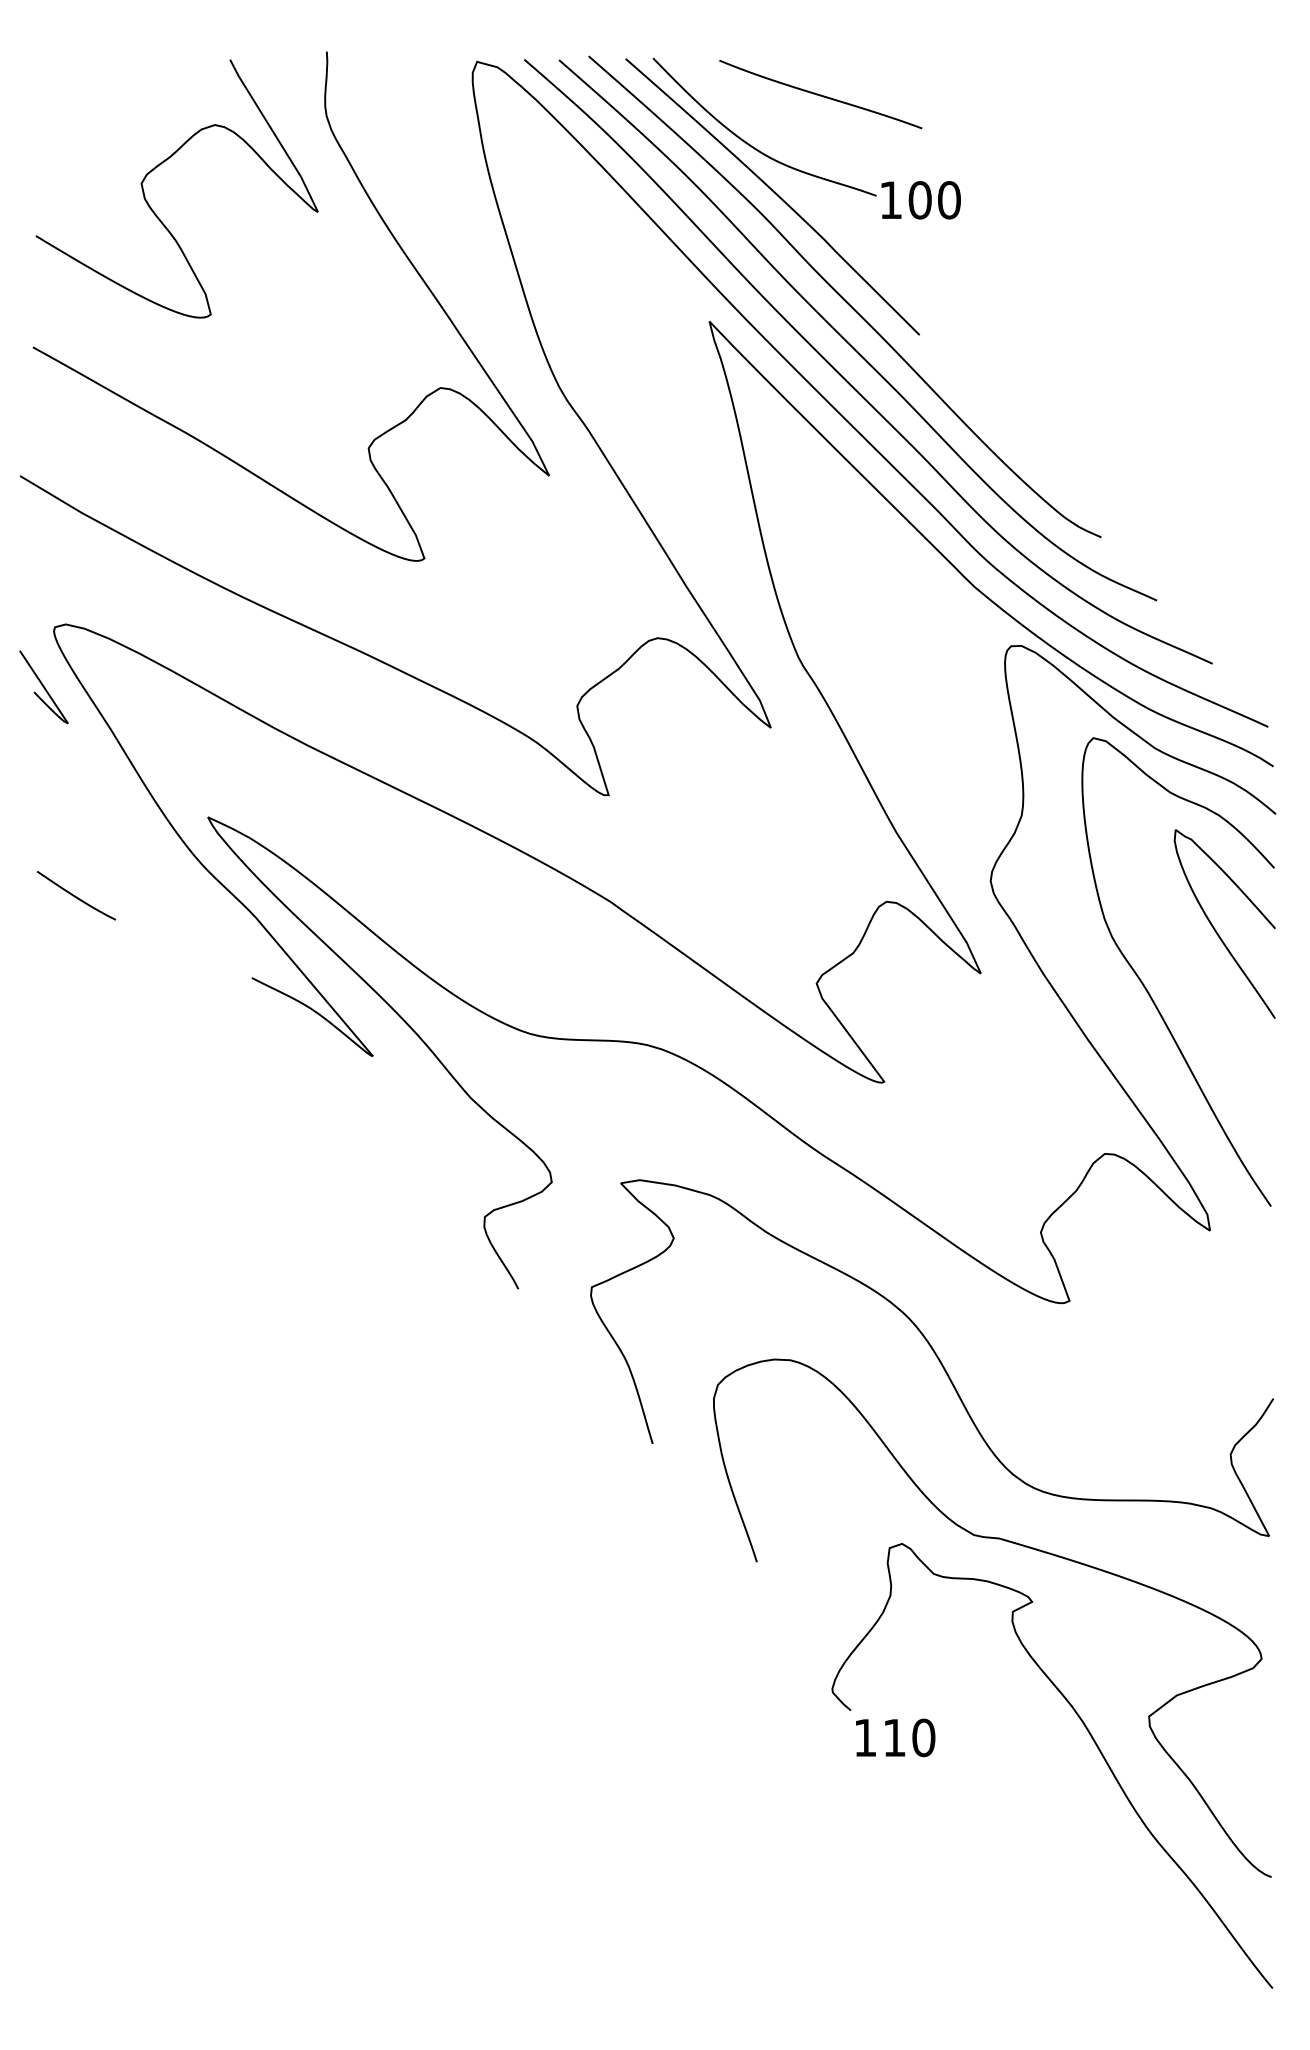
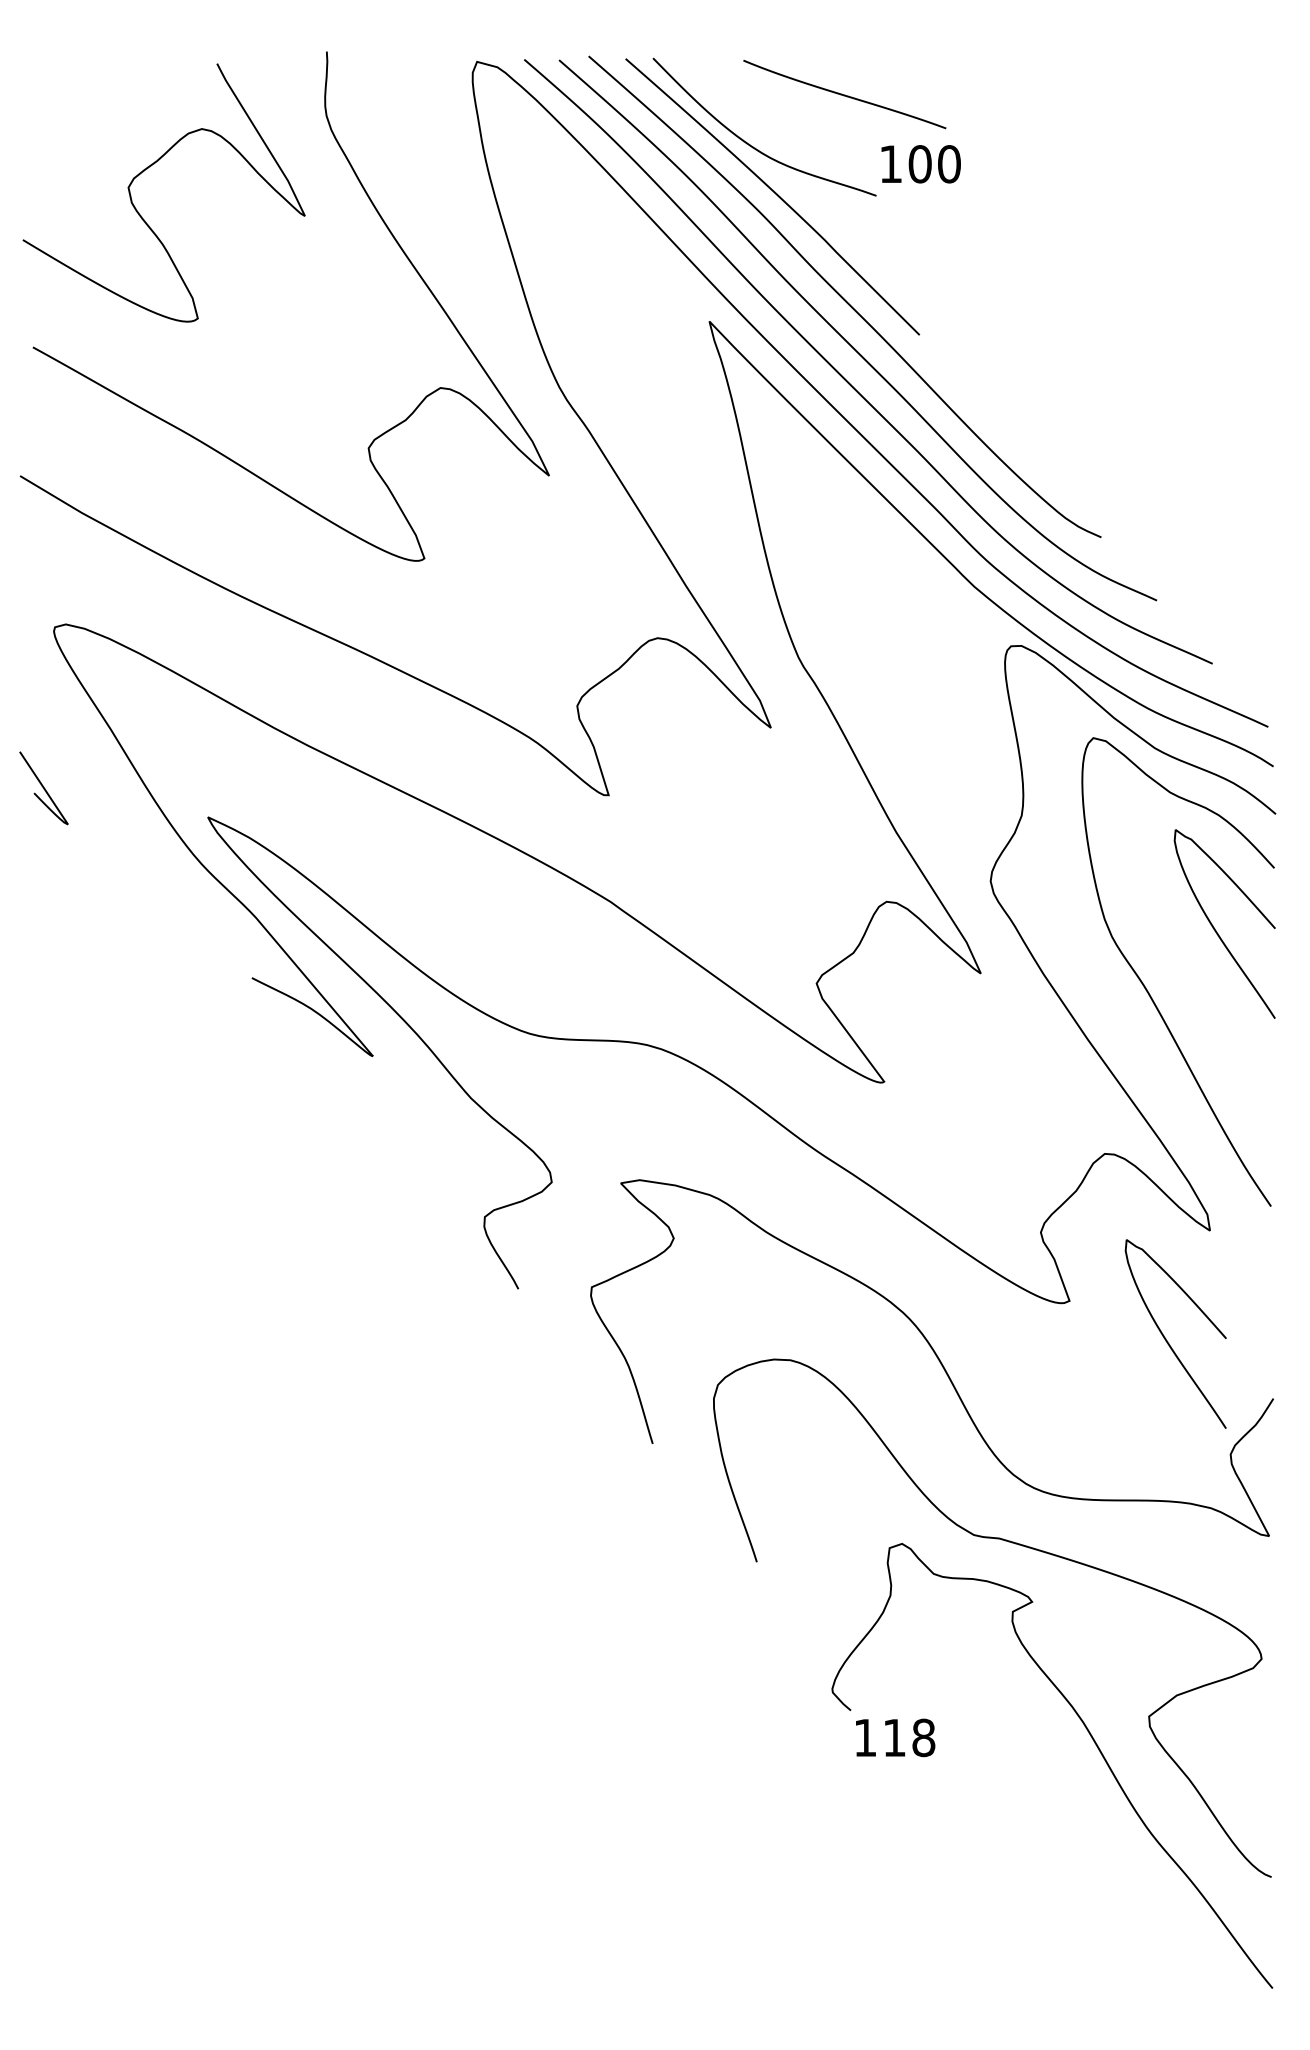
curve at (820, 94) position: (820, 94) -> (844, 94)
curve at (160, 165) position: (160, 165) -> (147, 169)
text at (920, 200) position: (920, 200) -> (920, 164)
curve at (43, 687) position: (43, 687) -> (43, 788)
curve at (75, 895): present -> none
curve at (1166, 1338): none -> present
text at (923, 1737): 110 -> 118
